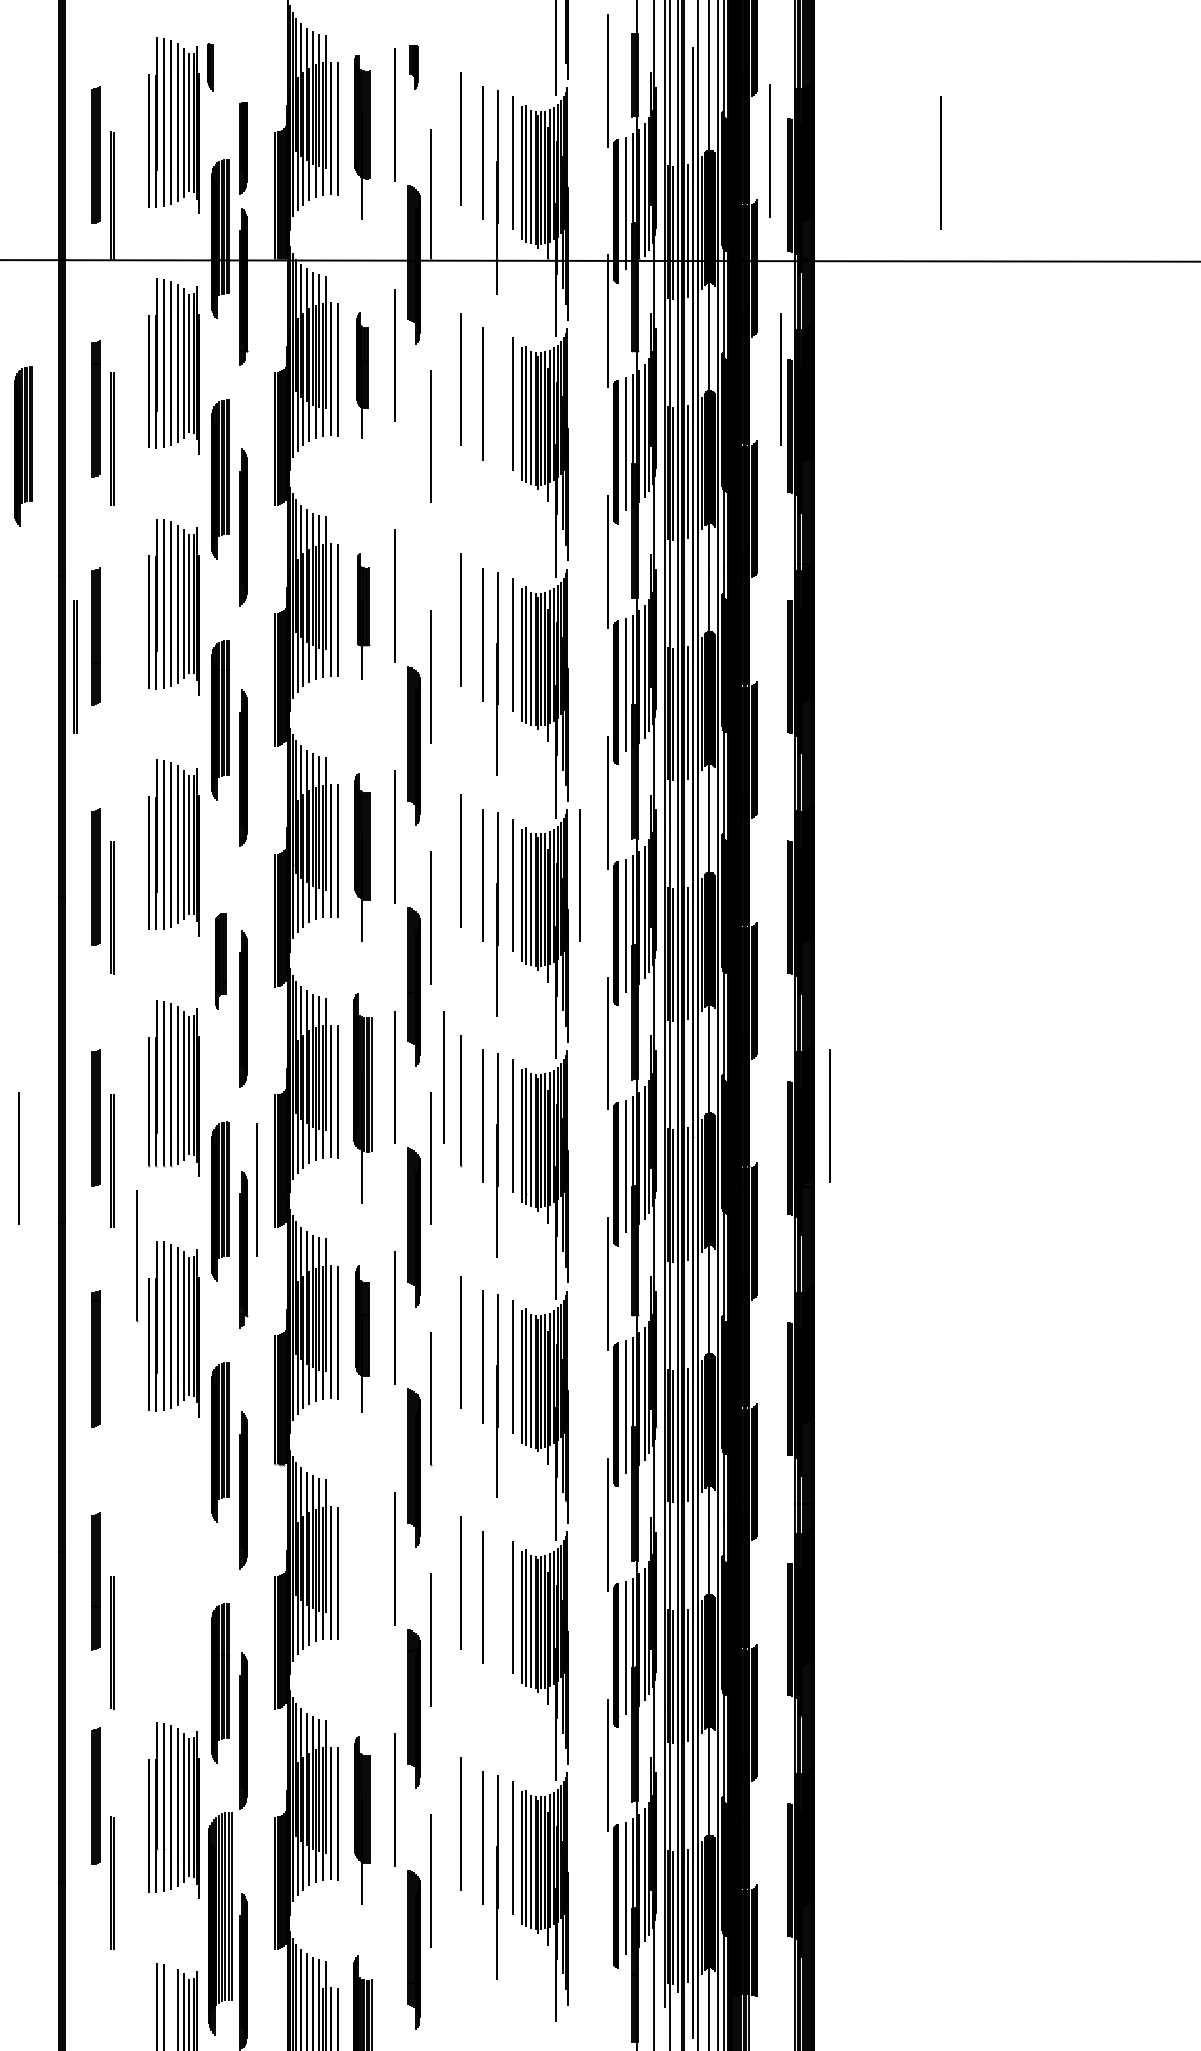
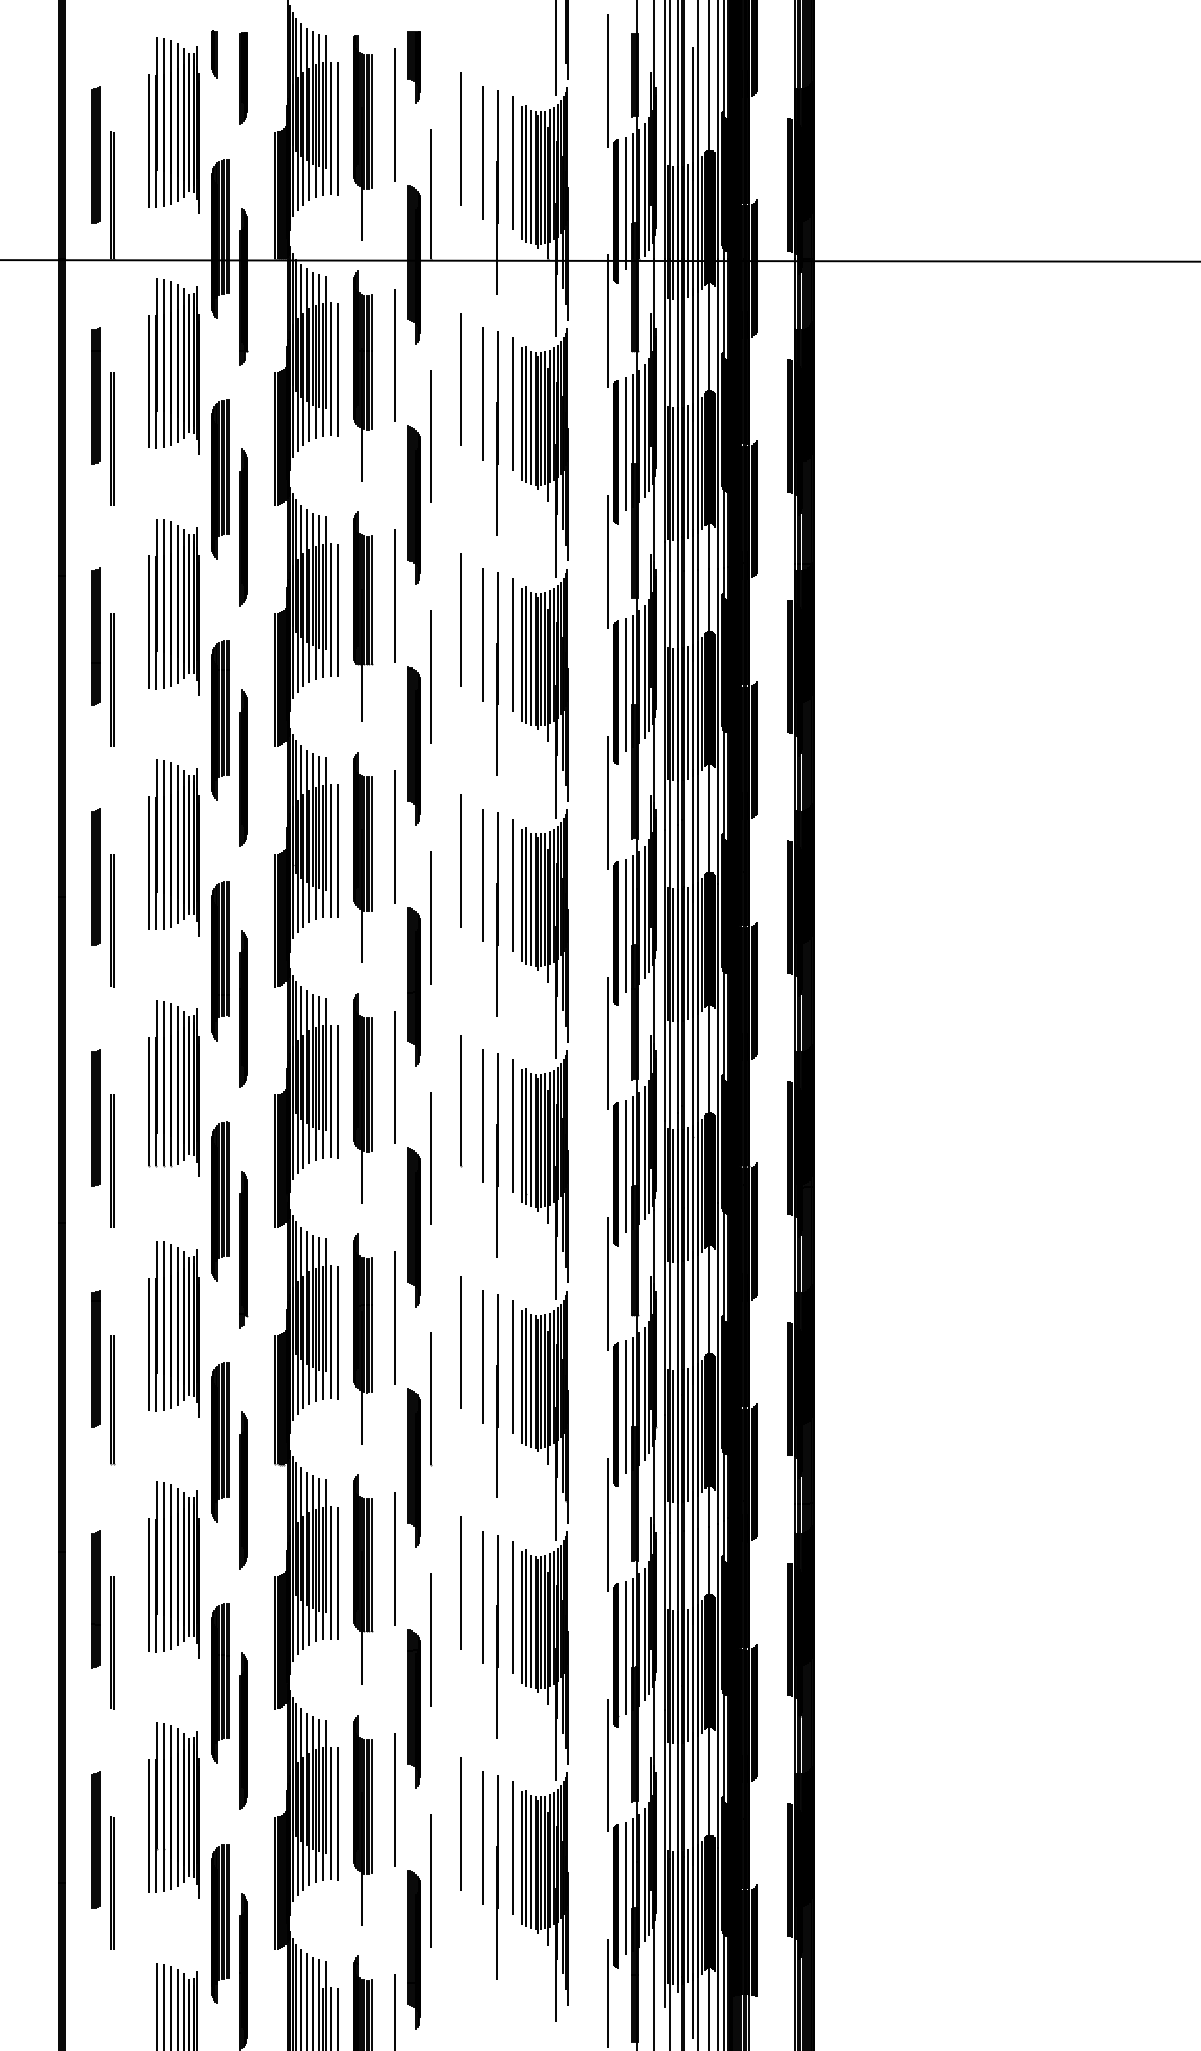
part at (210, 67) position: (210, 67) -> (214, 54)
part at (413, 67) size: 10x45 px -> 14x73 px
part at (362, 137) size: 17x165 px -> 20x206 px
part at (243, 148) position: (243, 148) -> (243, 78)
line at (769, 150): present -> none
line at (940, 162): present -> none
part at (362, 375) size: 13x127 px -> 20x212 px
line at (780, 379): present -> none
part at (95, 408) position: (95, 408) -> (95, 395)
line at (497, 433): none -> present
part at (23, 446): present -> none
part at (413, 504): none -> present
part at (363, 616) size: 14x127 px -> 21x211 px
line at (74, 666) position: (74, 666) -> (111, 679)
part at (362, 857) size: 17x169 px -> 20x211 px
line at (579, 875): present -> none
line at (111, 907) position: (111, 907) -> (111, 920)
part at (220, 961) size: 12x97 px -> 19x161 px
line at (443, 1077): present -> none
line at (829, 1115): present -> none
line at (18, 1158): present -> none
line at (256, 1189): present -> none
line at (137, 1256): present -> none
part at (362, 1338) size: 15x148 px -> 20x212 px
part at (112, 1400): none -> present
part at (173, 1569): none -> present
part at (363, 1579): none -> present
part at (95, 1581) position: (95, 1581) -> (95, 1599)
line at (497, 1636): none -> present
part at (95, 1795) position: (95, 1795) -> (95, 1839)
part at (362, 1820) size: 17x169 px -> 20x211 px
part at (220, 1923) size: 25x224 px -> 19x160 px
line at (608, 1993): none -> present
line at (171, 2006): none -> present
line at (395, 2010): none -> present
